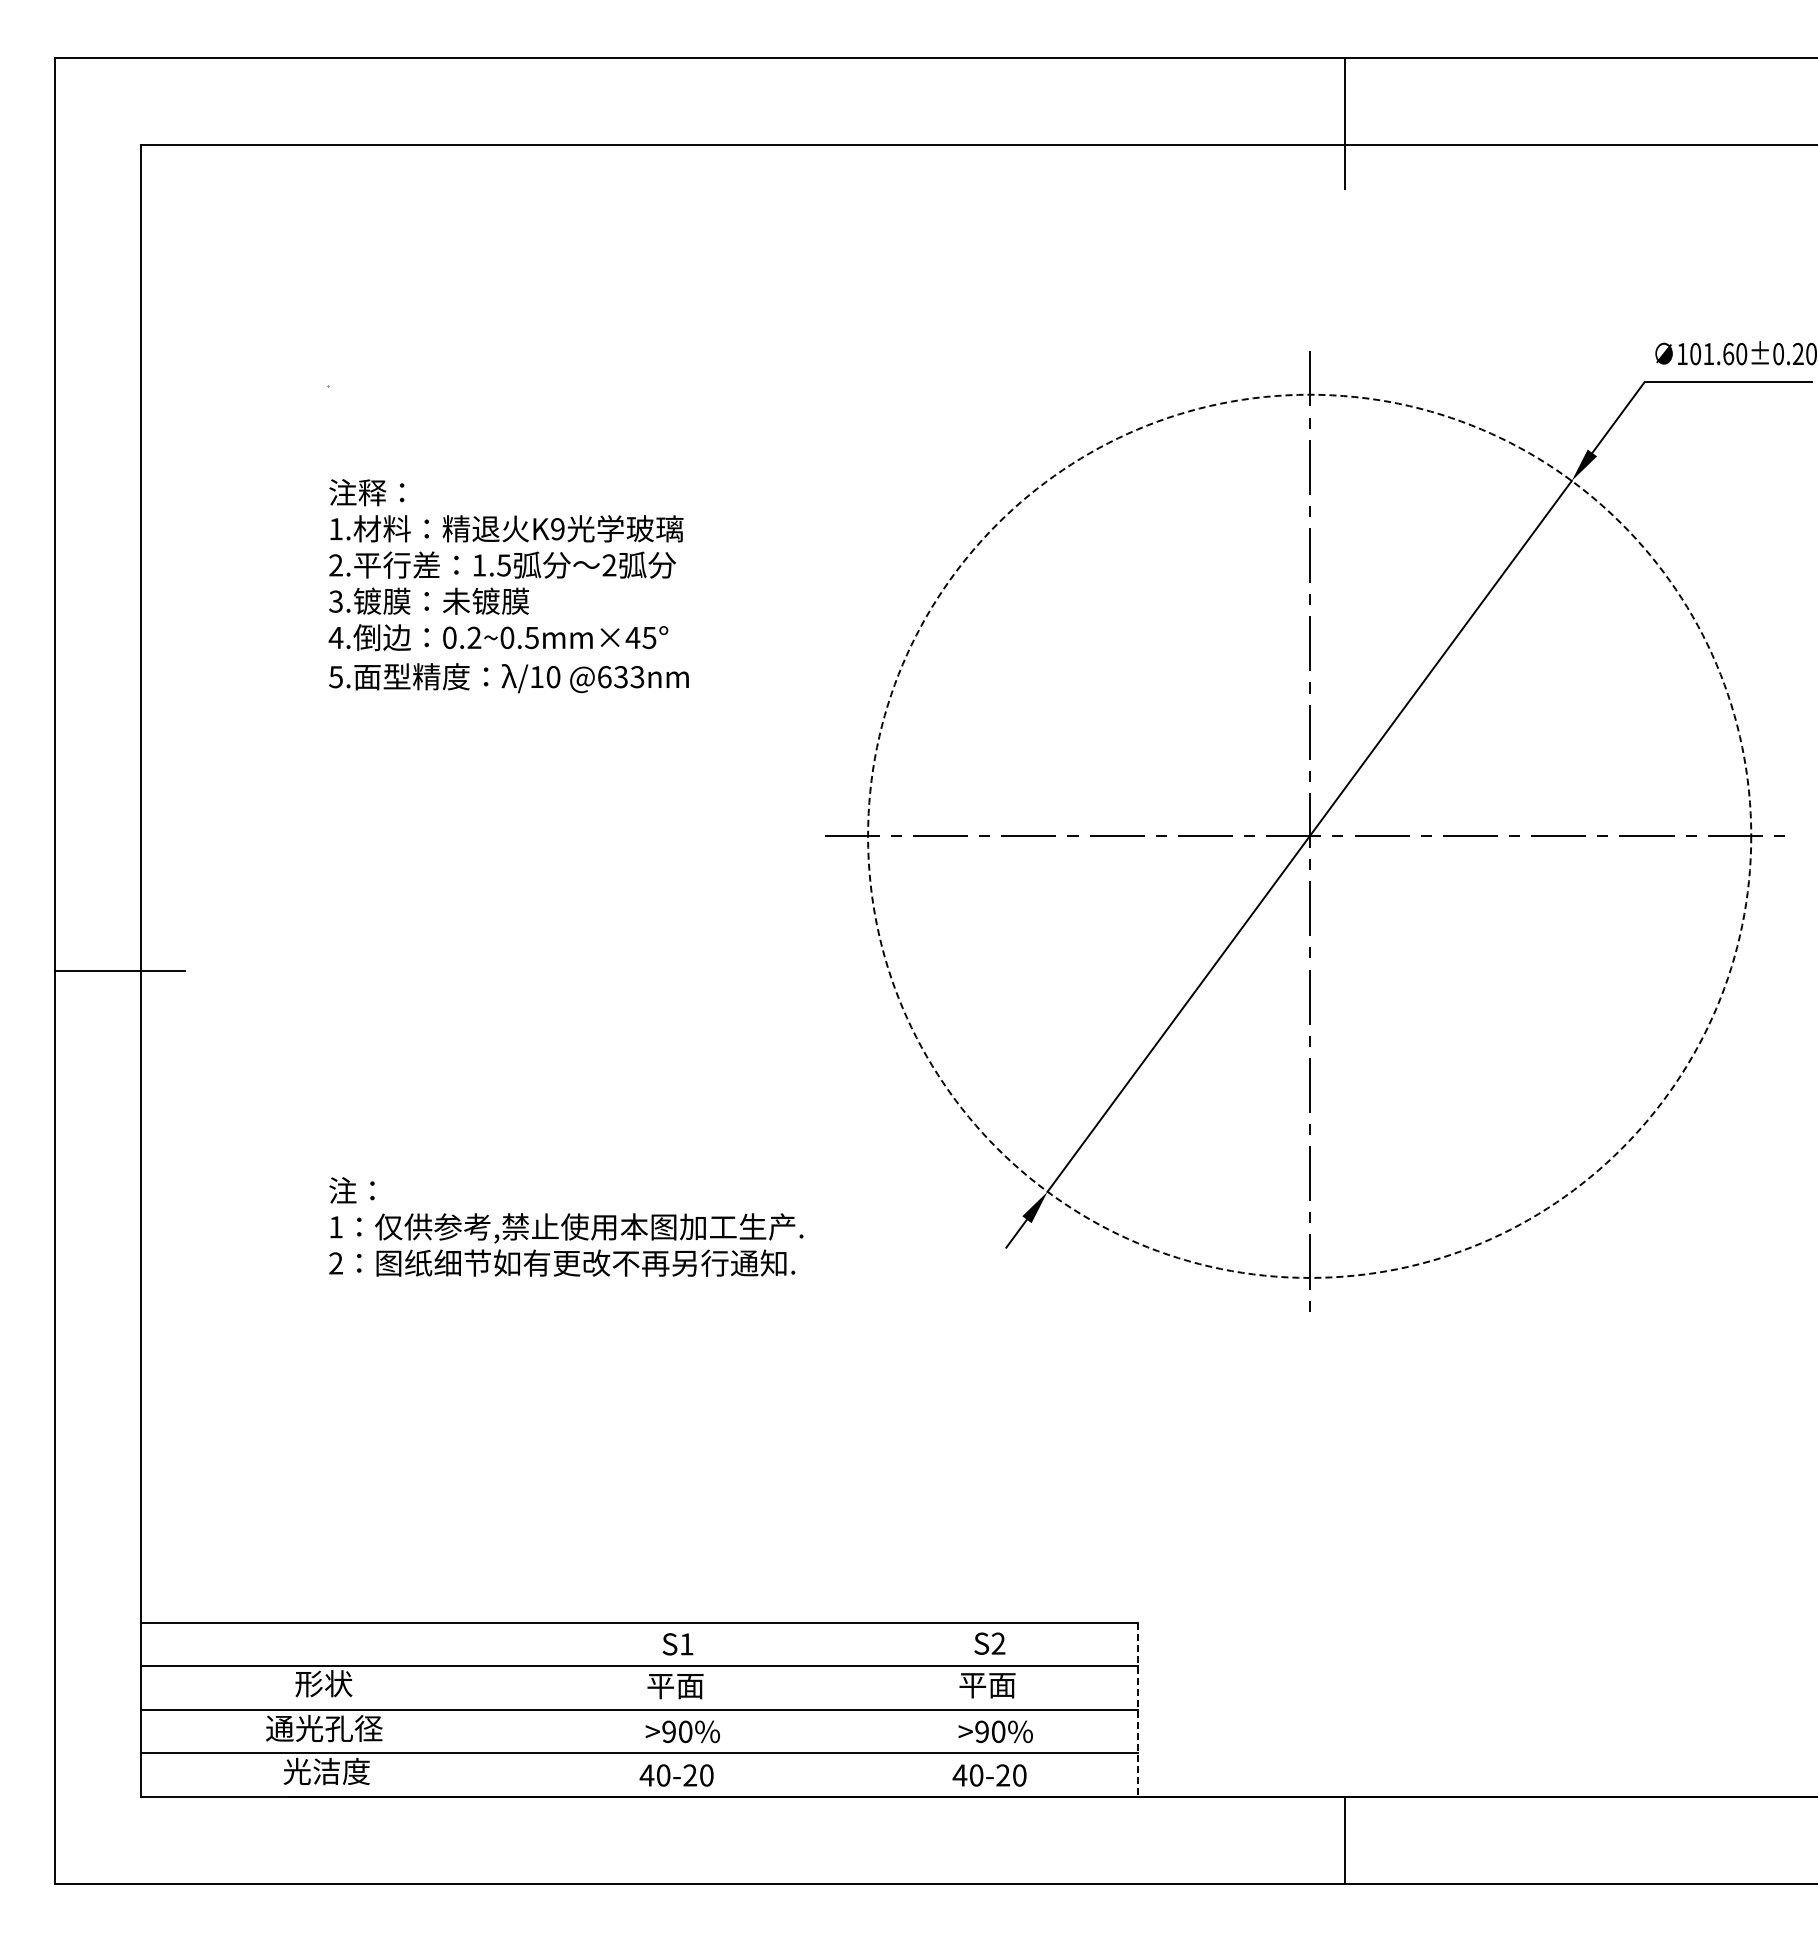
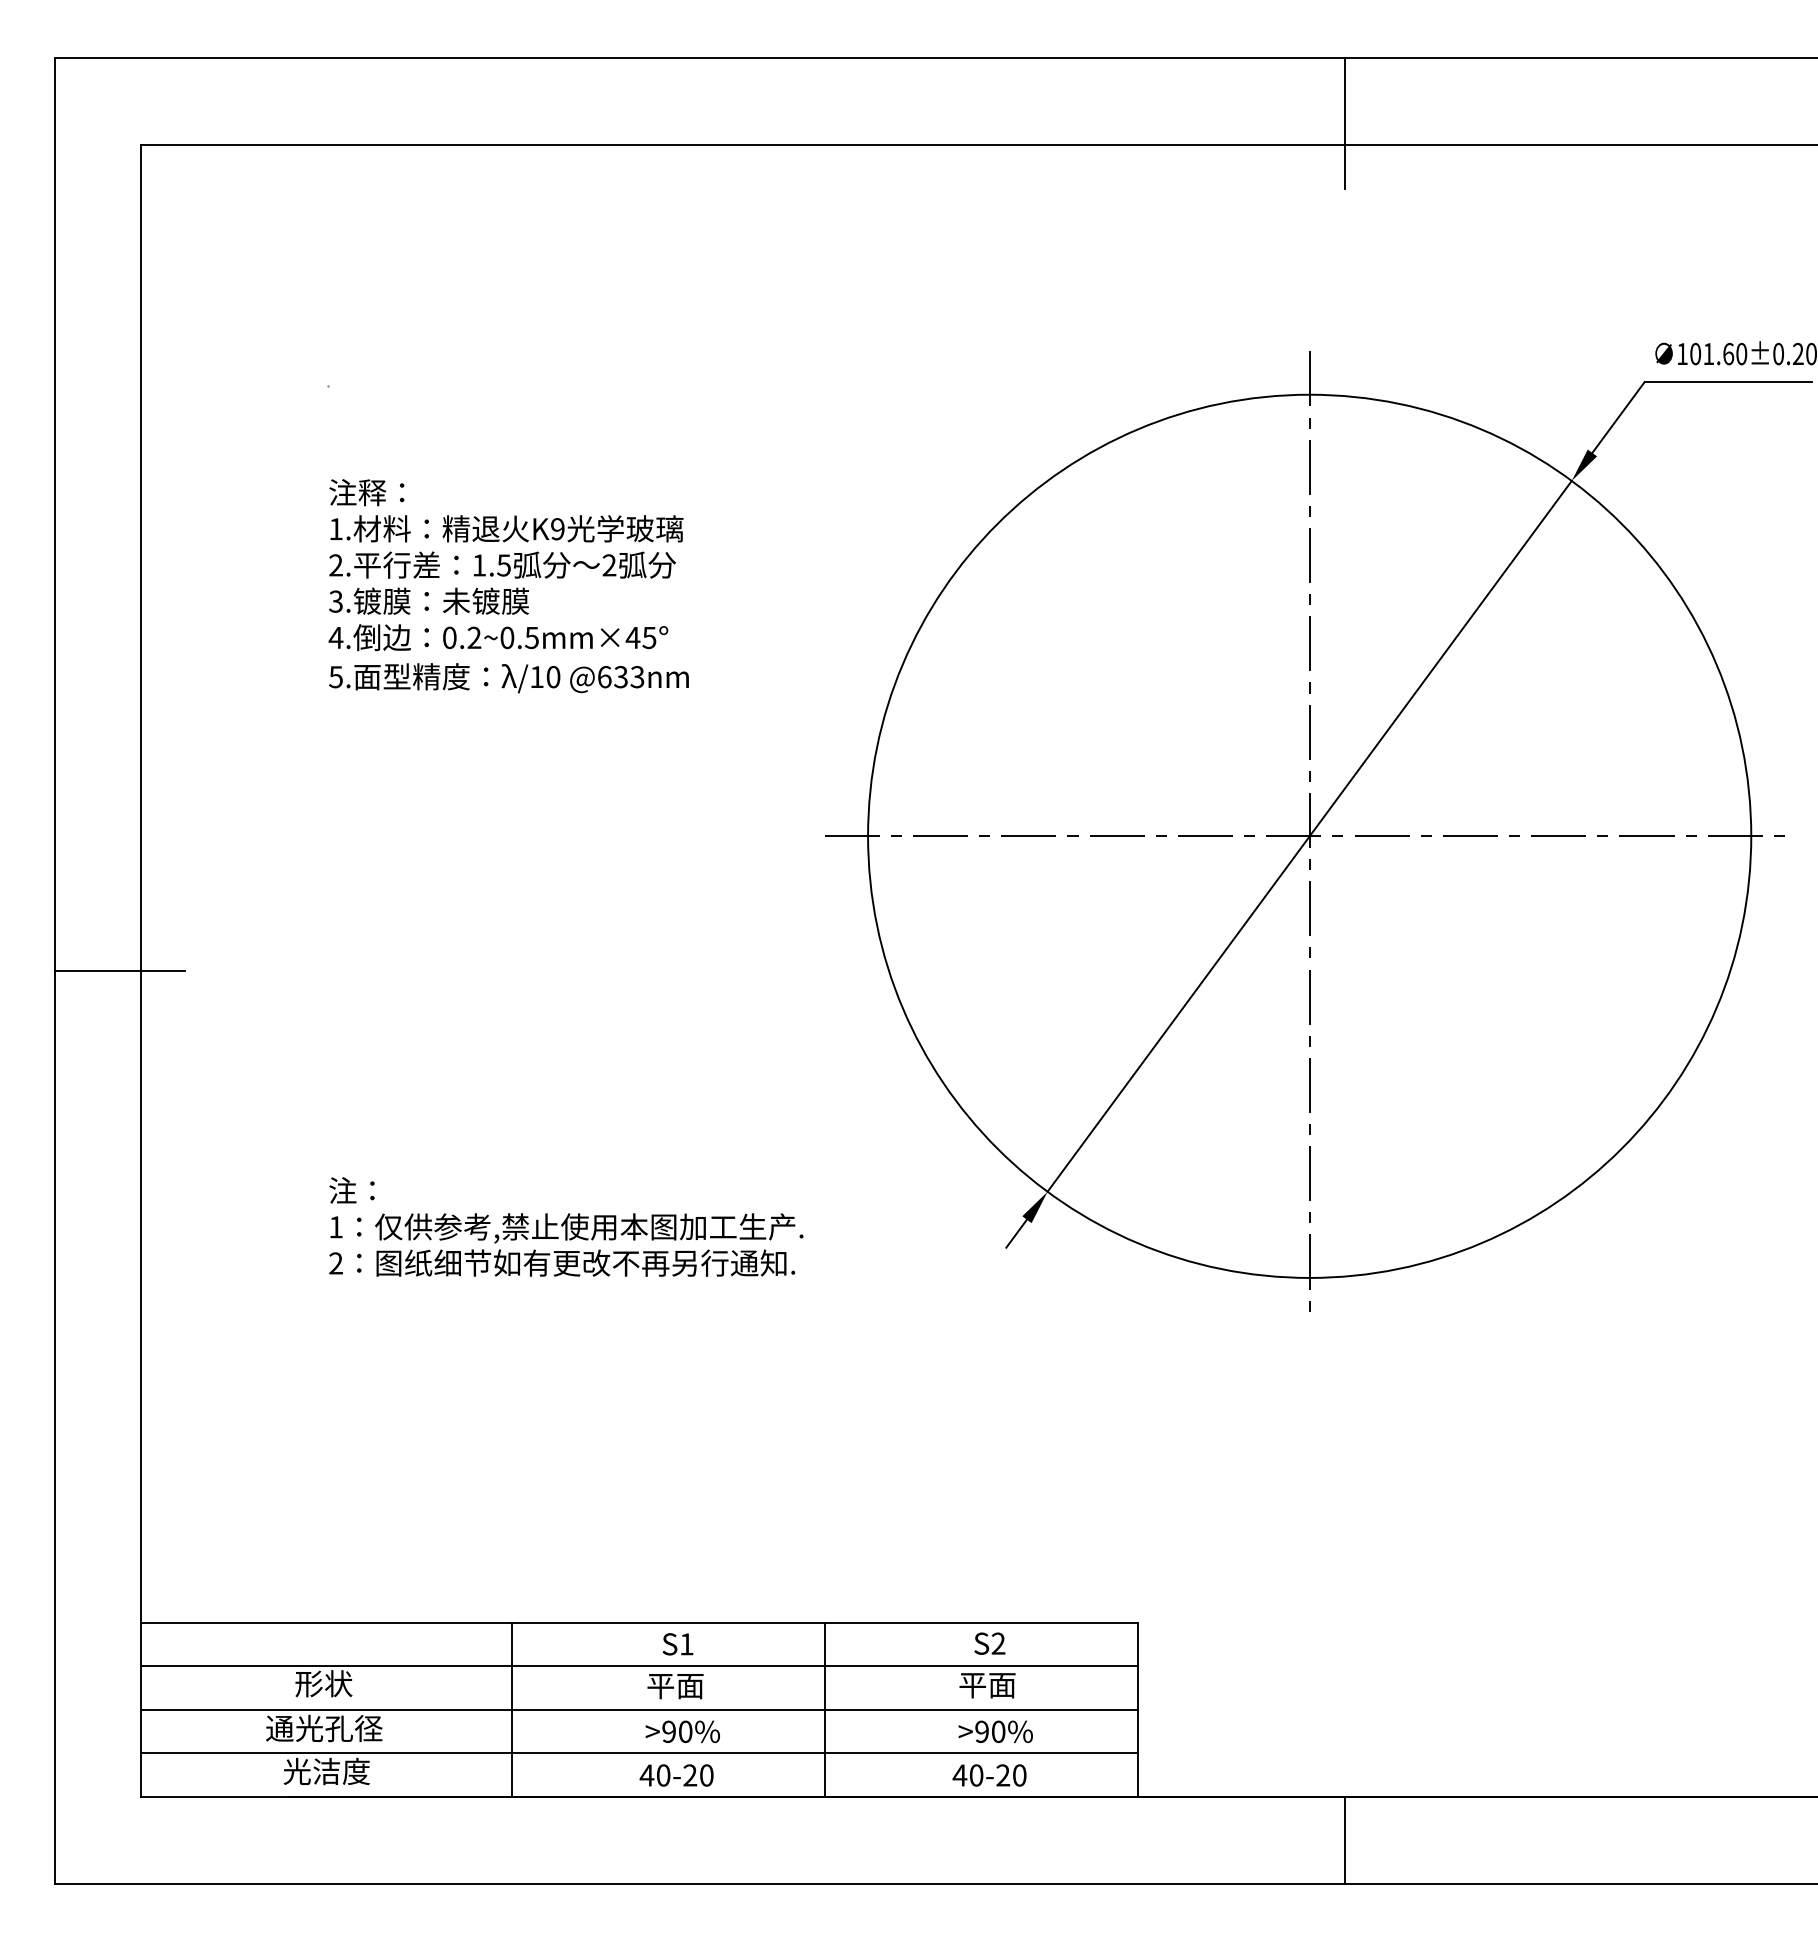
circle at (1309, 835): dashed -> solid
line at (512, 1709): none -> present
line at (825, 1709): none -> present
line at (1138, 1709): dashed -> solid
